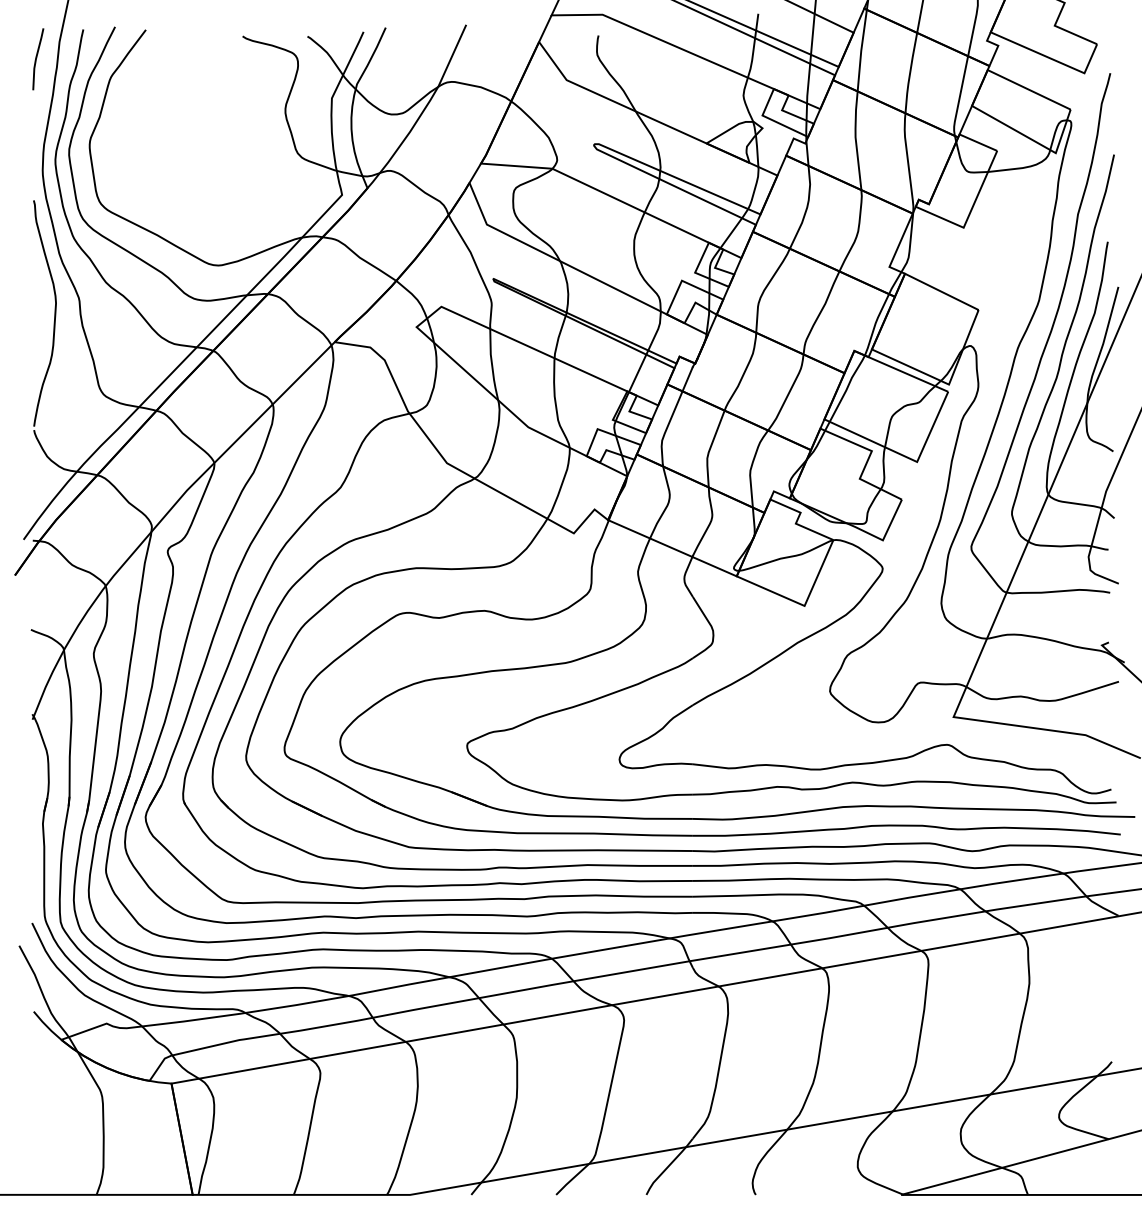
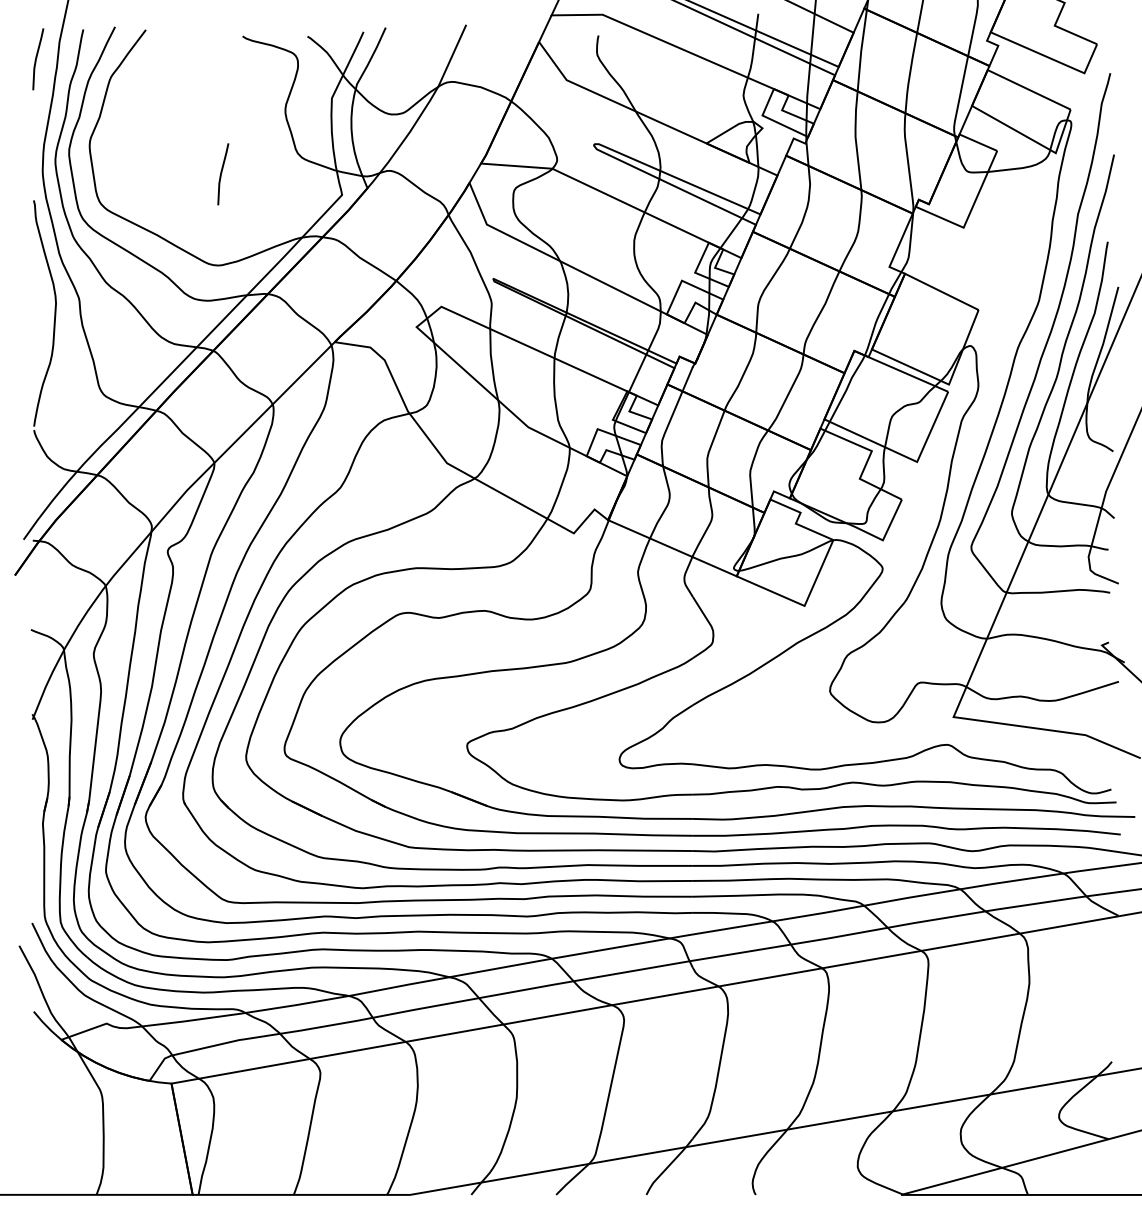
line at (221, 174): none -> present
